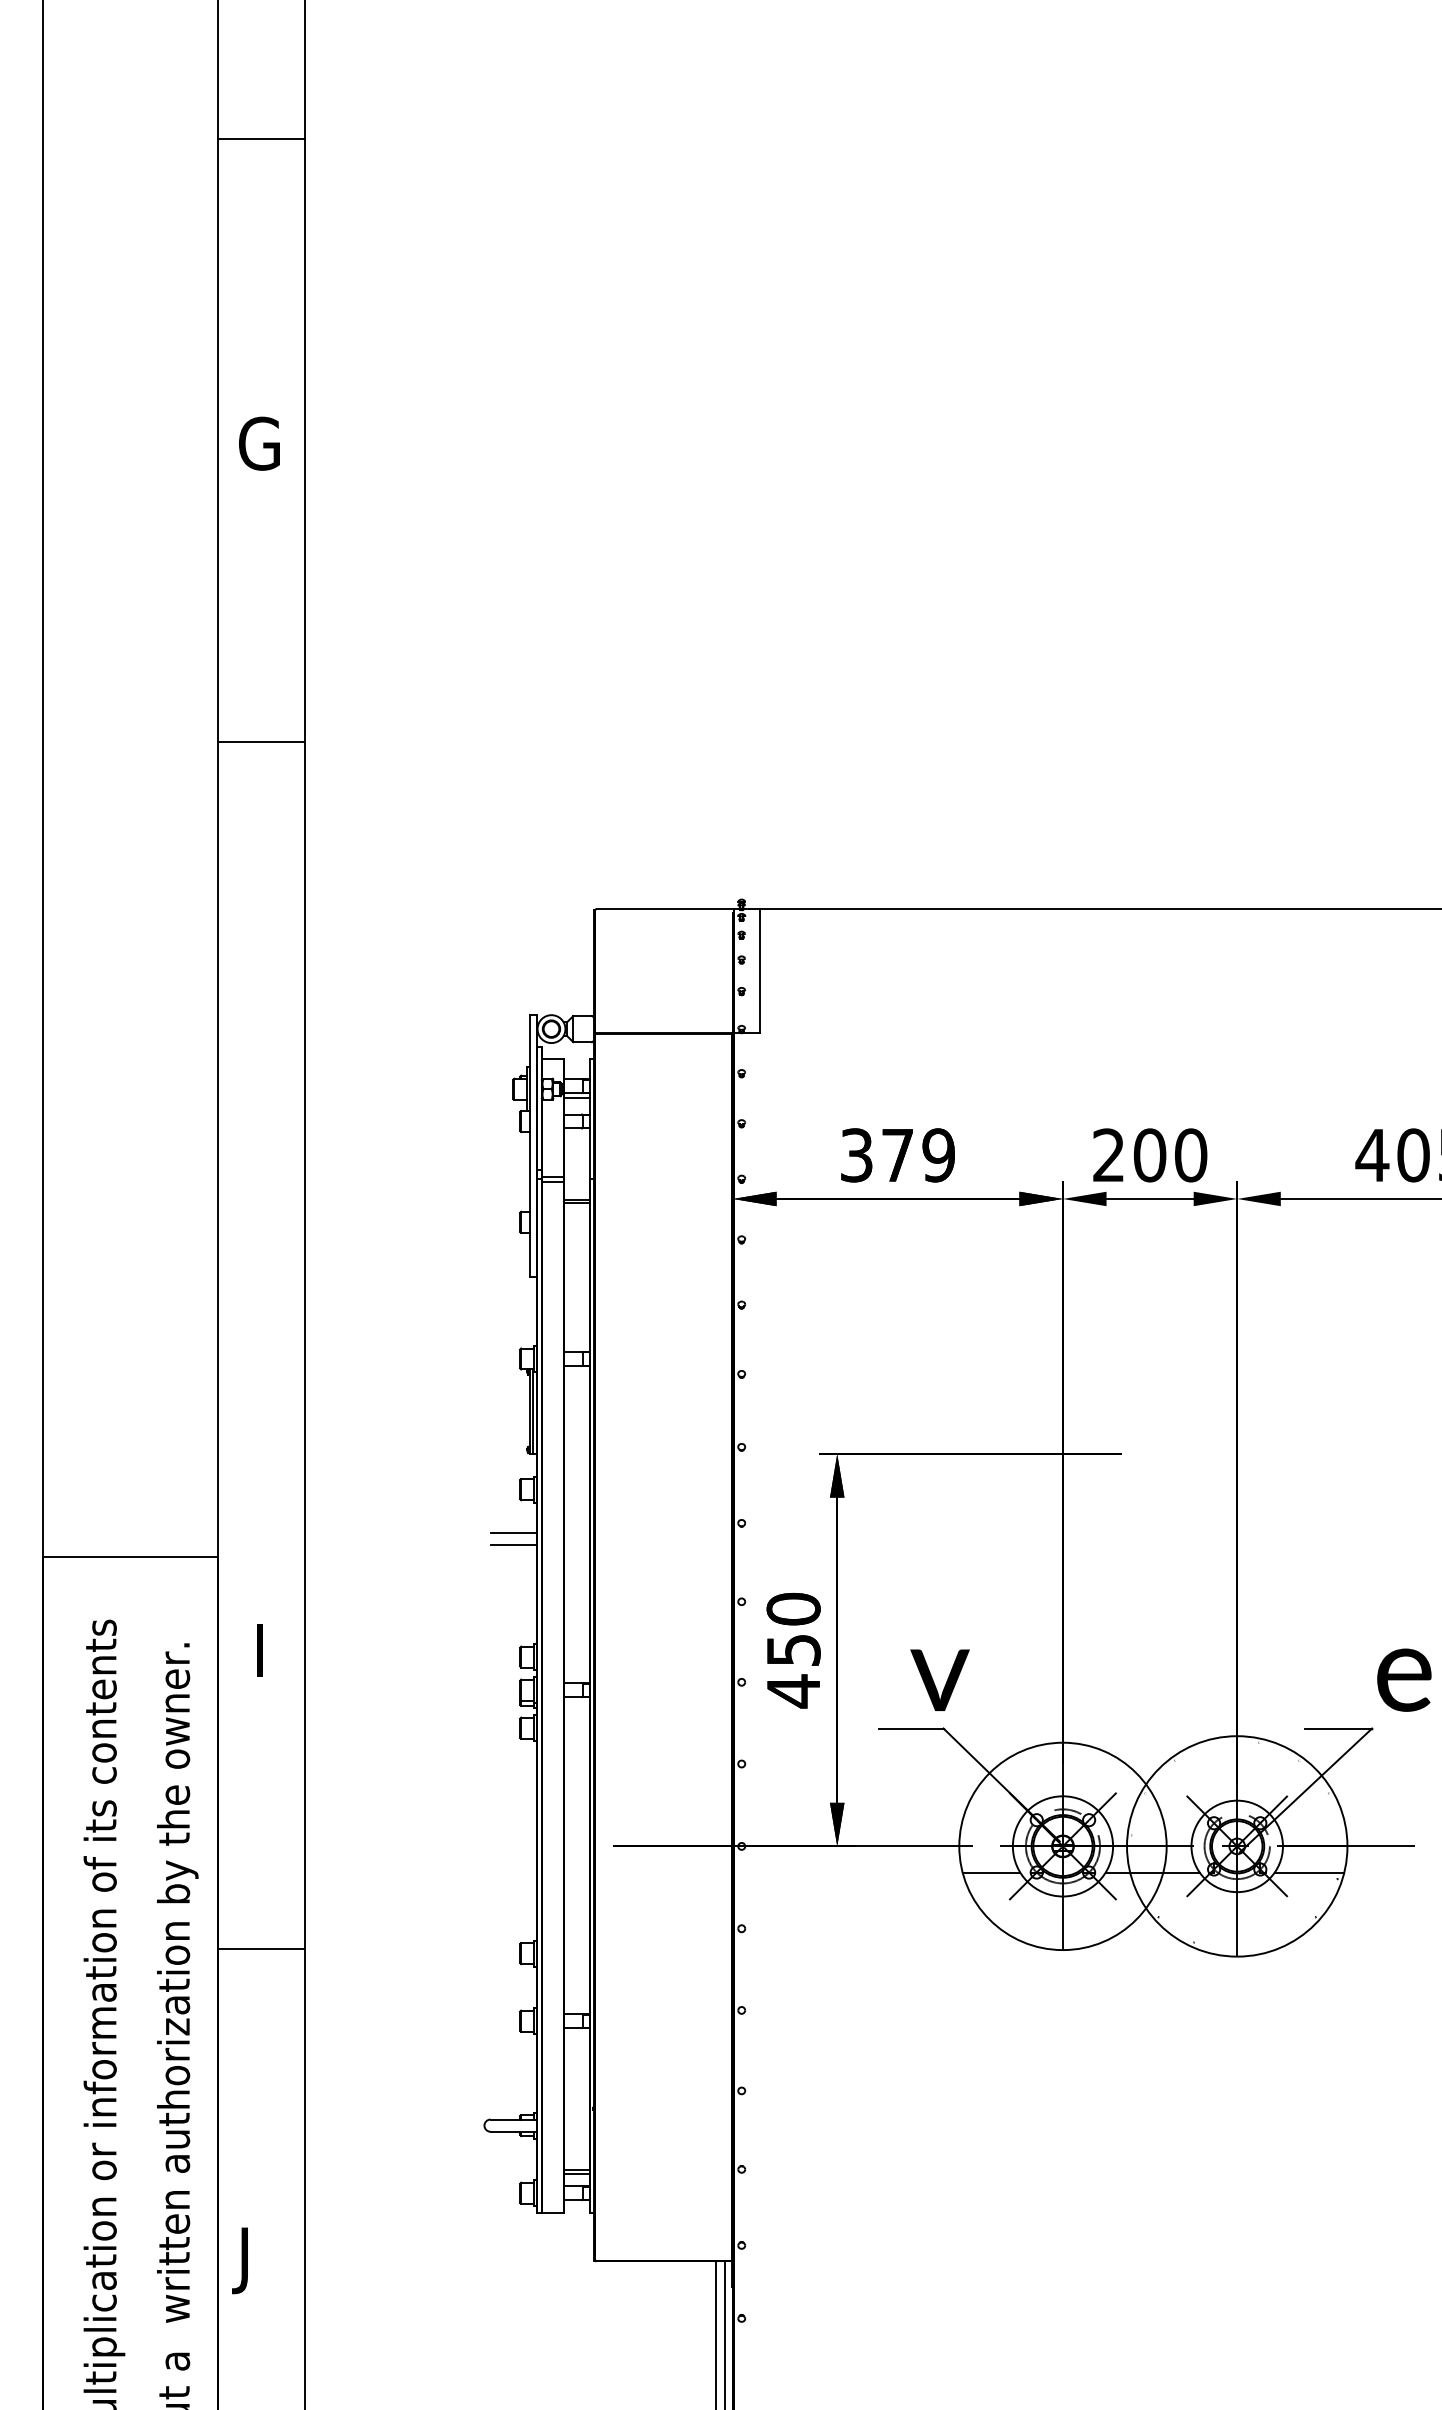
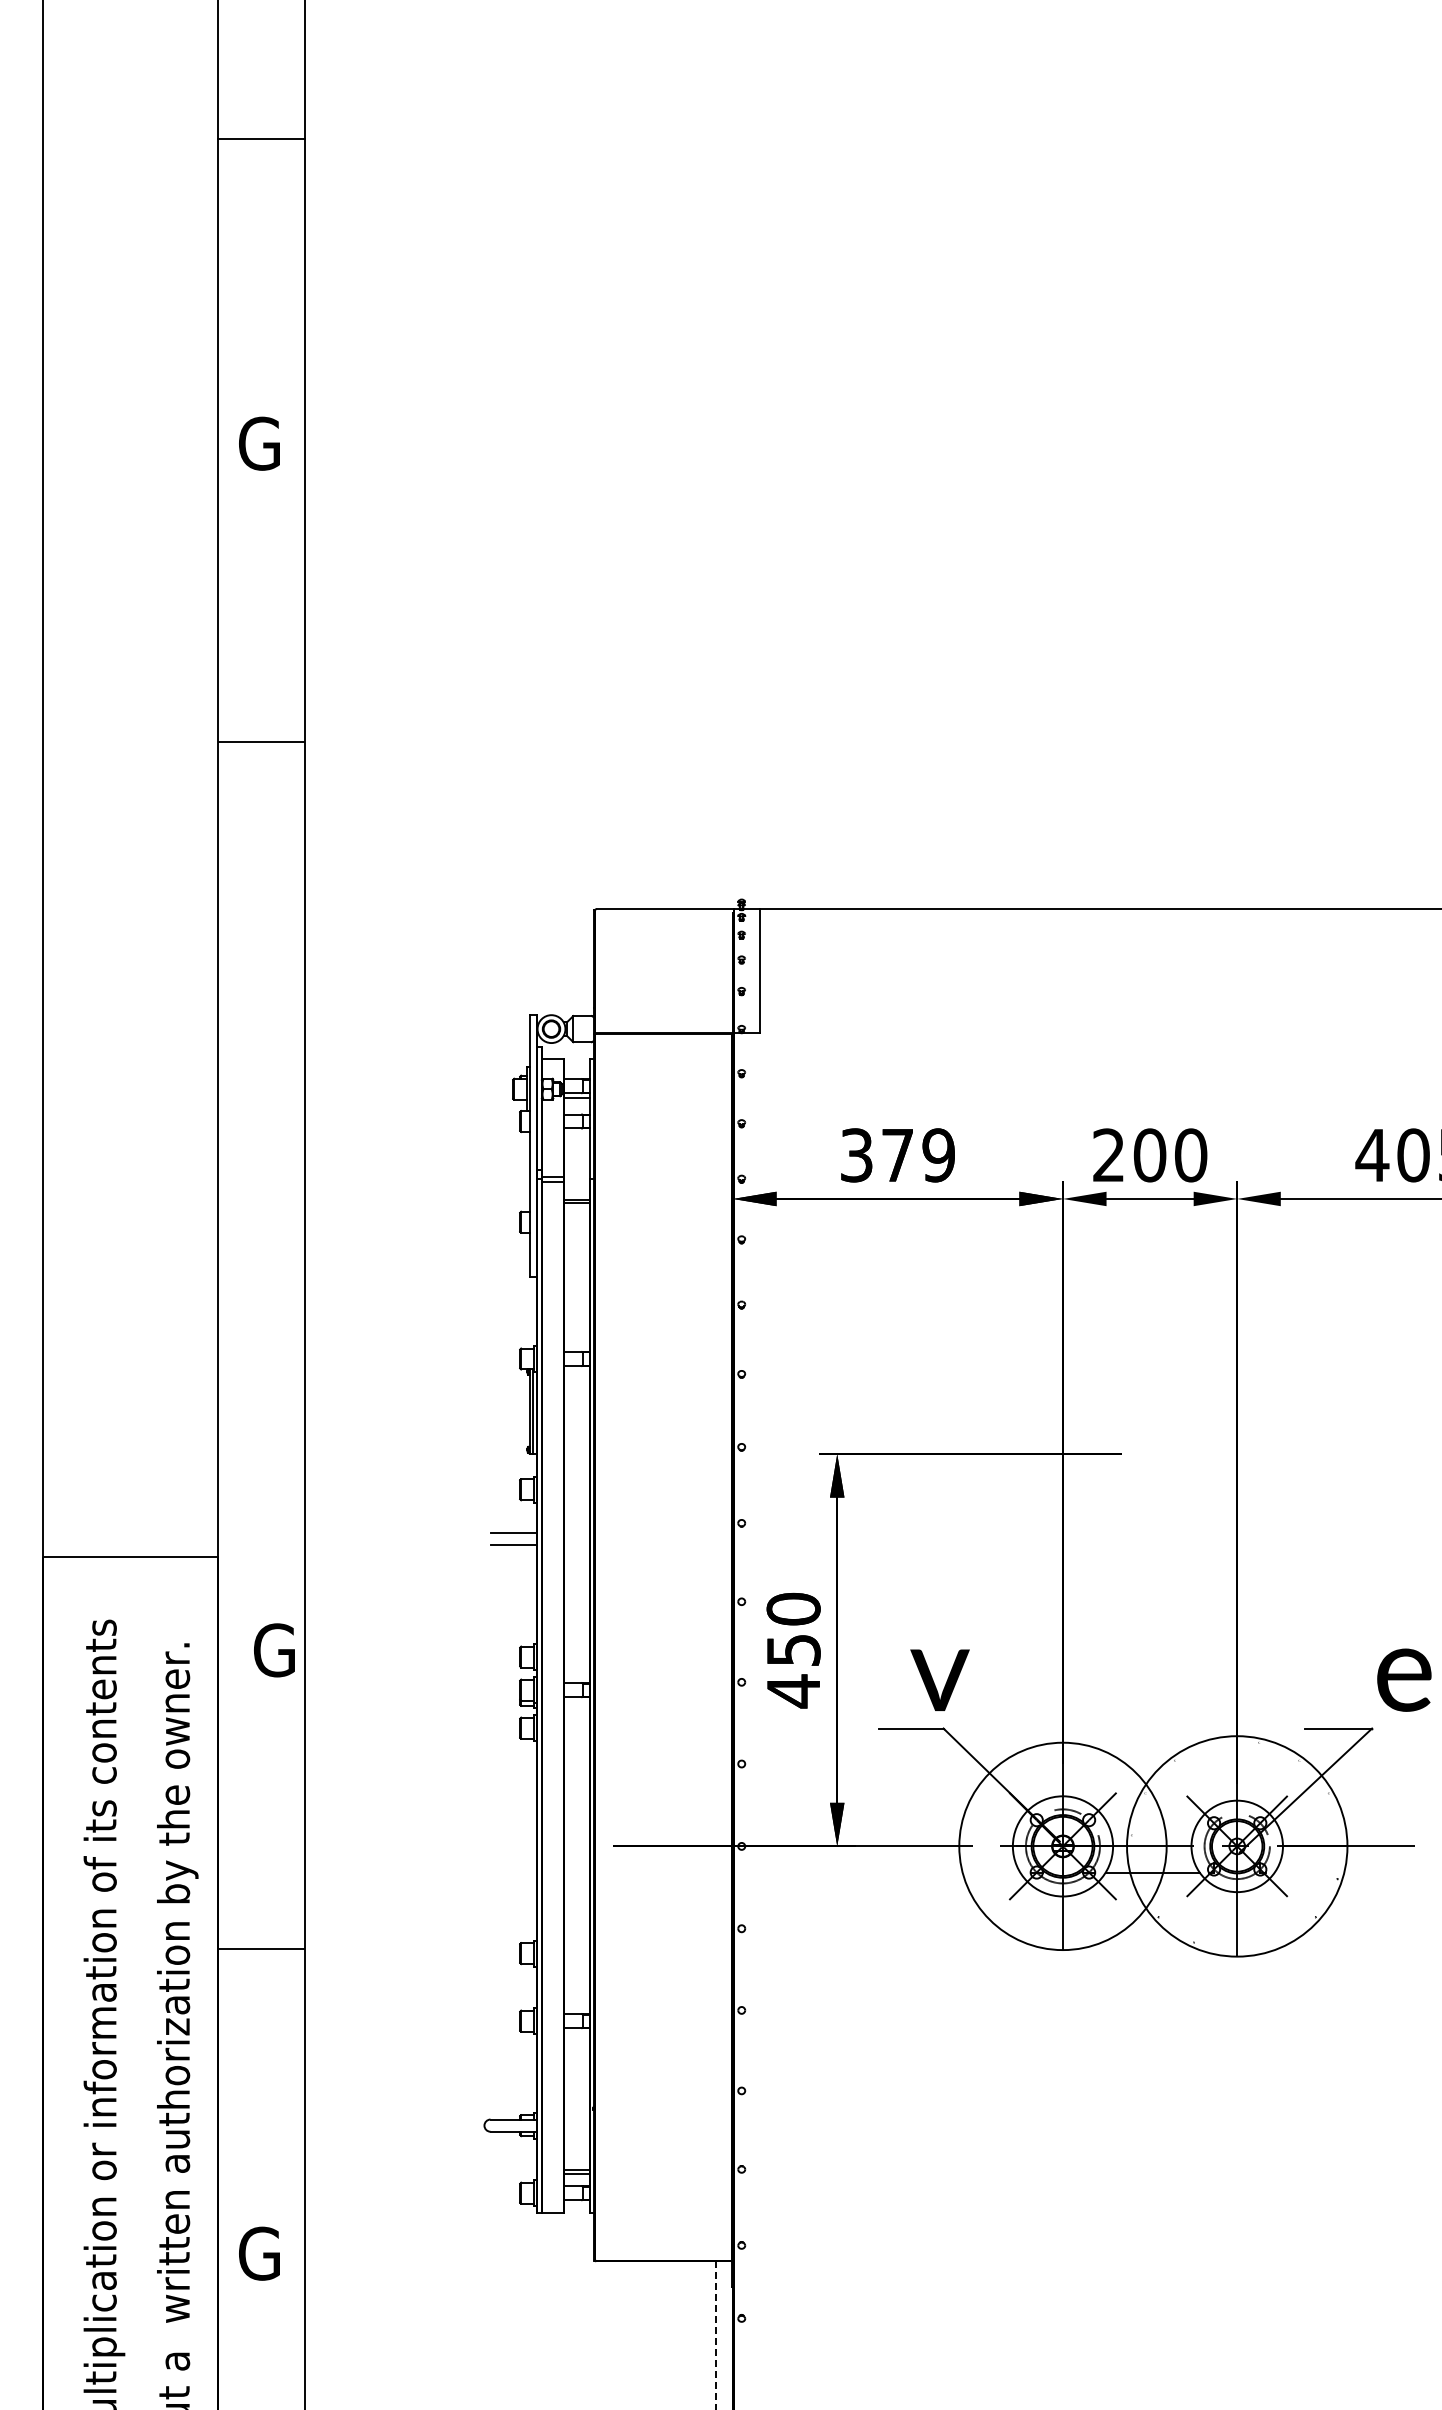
text at (274, 1650): I -> G
line at (991, 1872): present -> none
line at (1309, 1872): present -> none
text at (255, 2260): J -> G
line at (724, 2333): present -> none
line at (716, 2335): solid -> dashed
